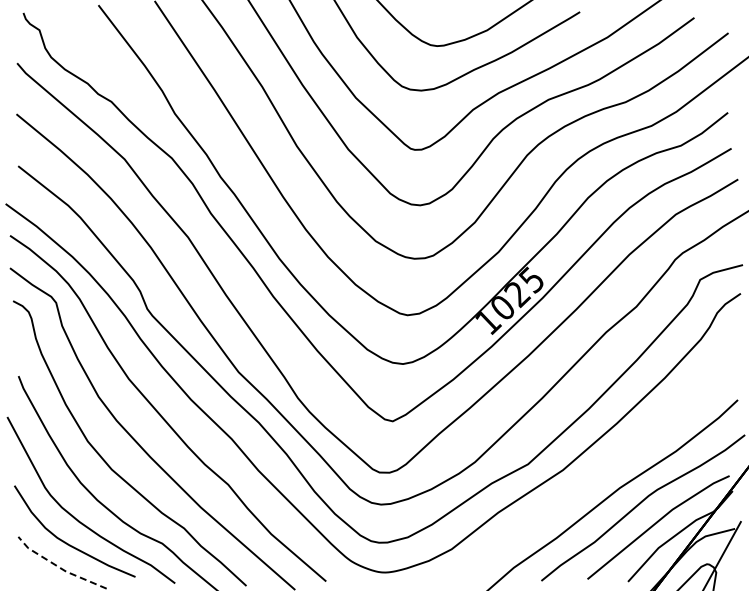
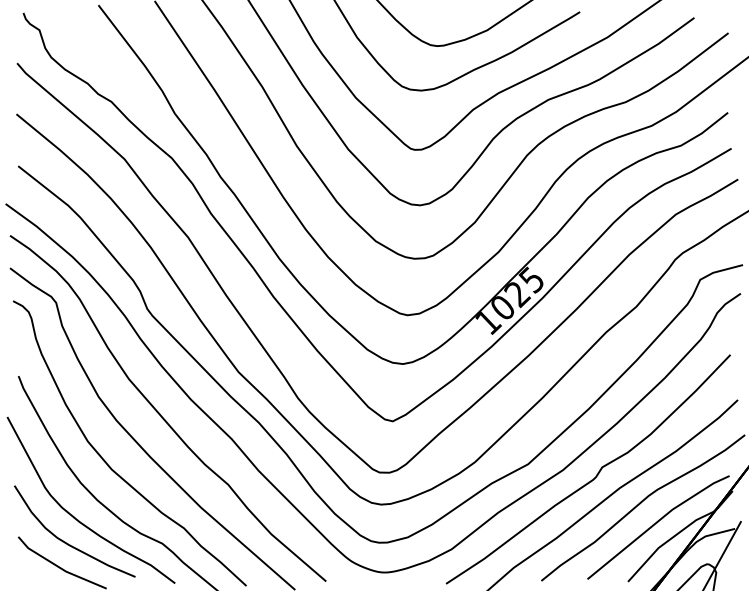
curve at (596, 474): none -> present
line at (59, 567): dashed -> solid
